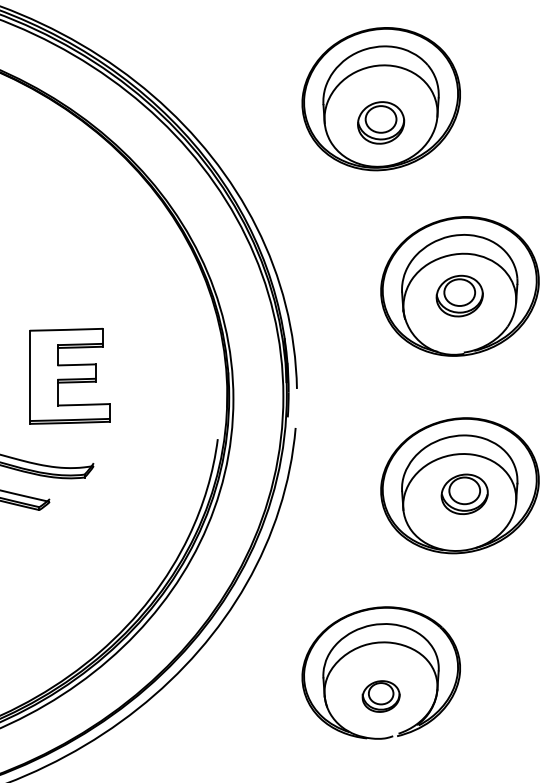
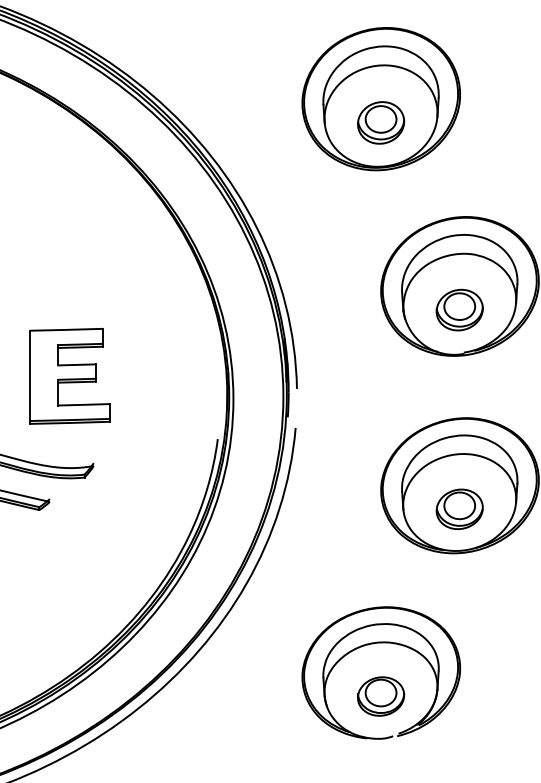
part at (459, 295) position: (459, 295) -> (459, 309)
part at (464, 493) position: (464, 493) -> (459, 508)
part at (380, 696) size: 40x33 px -> 49x41 px
